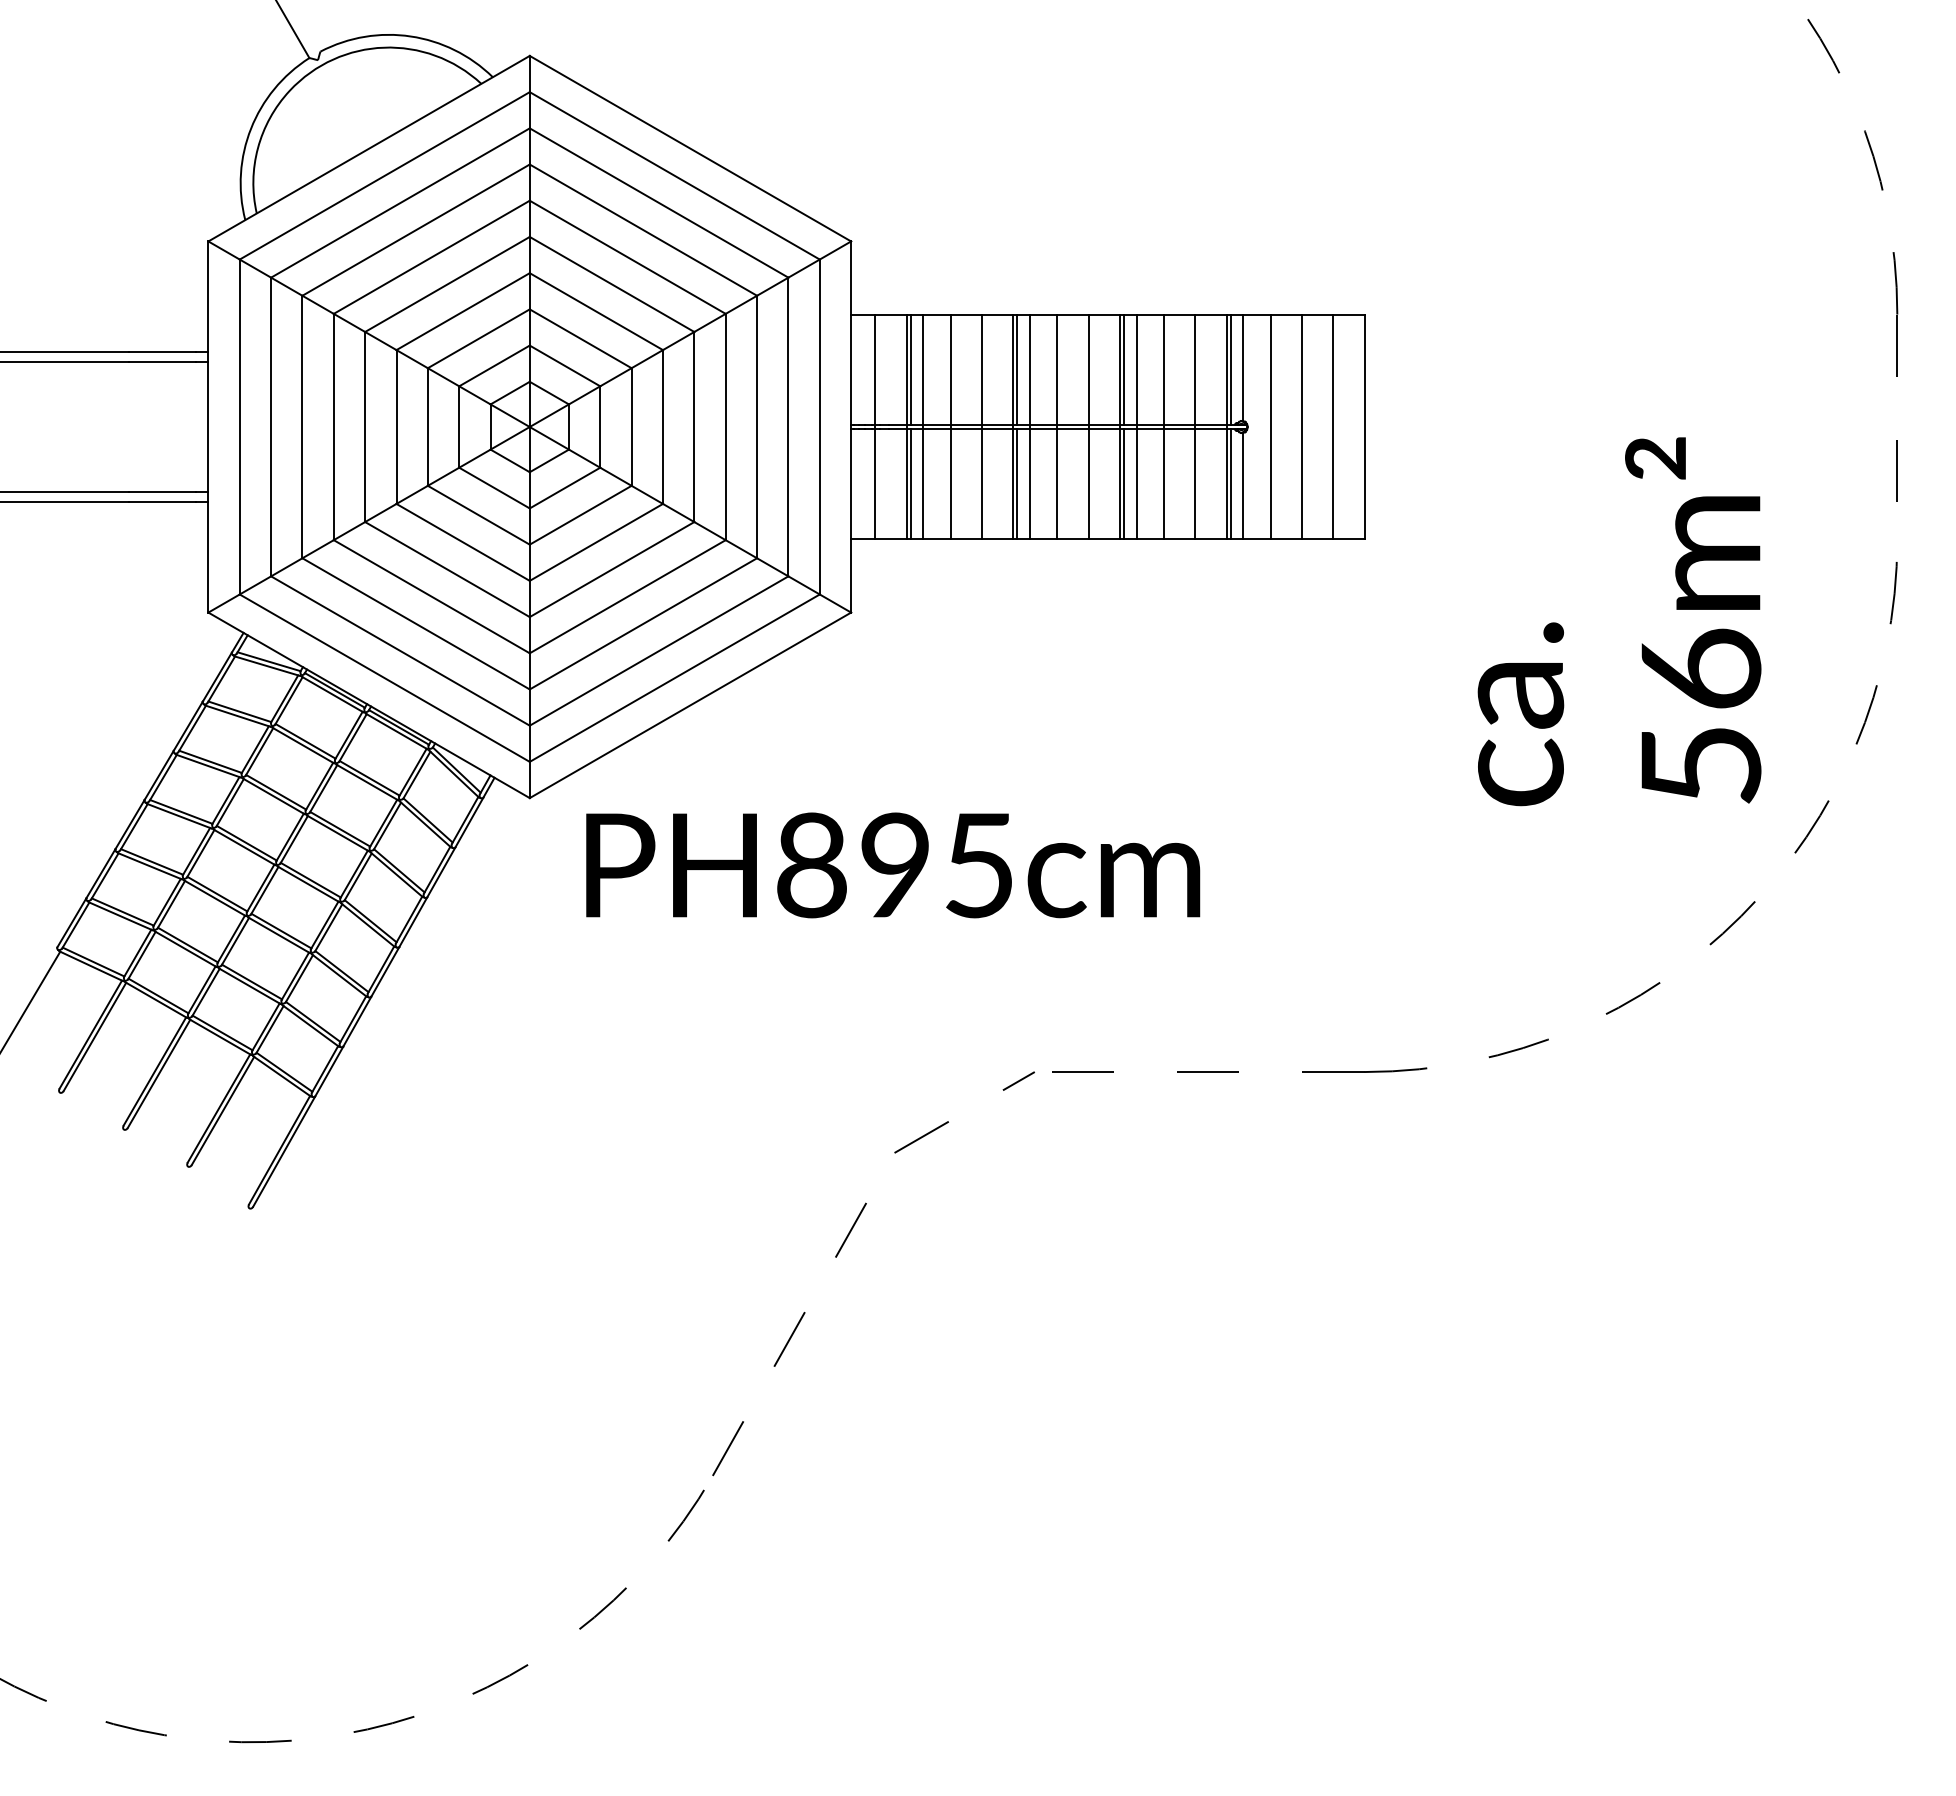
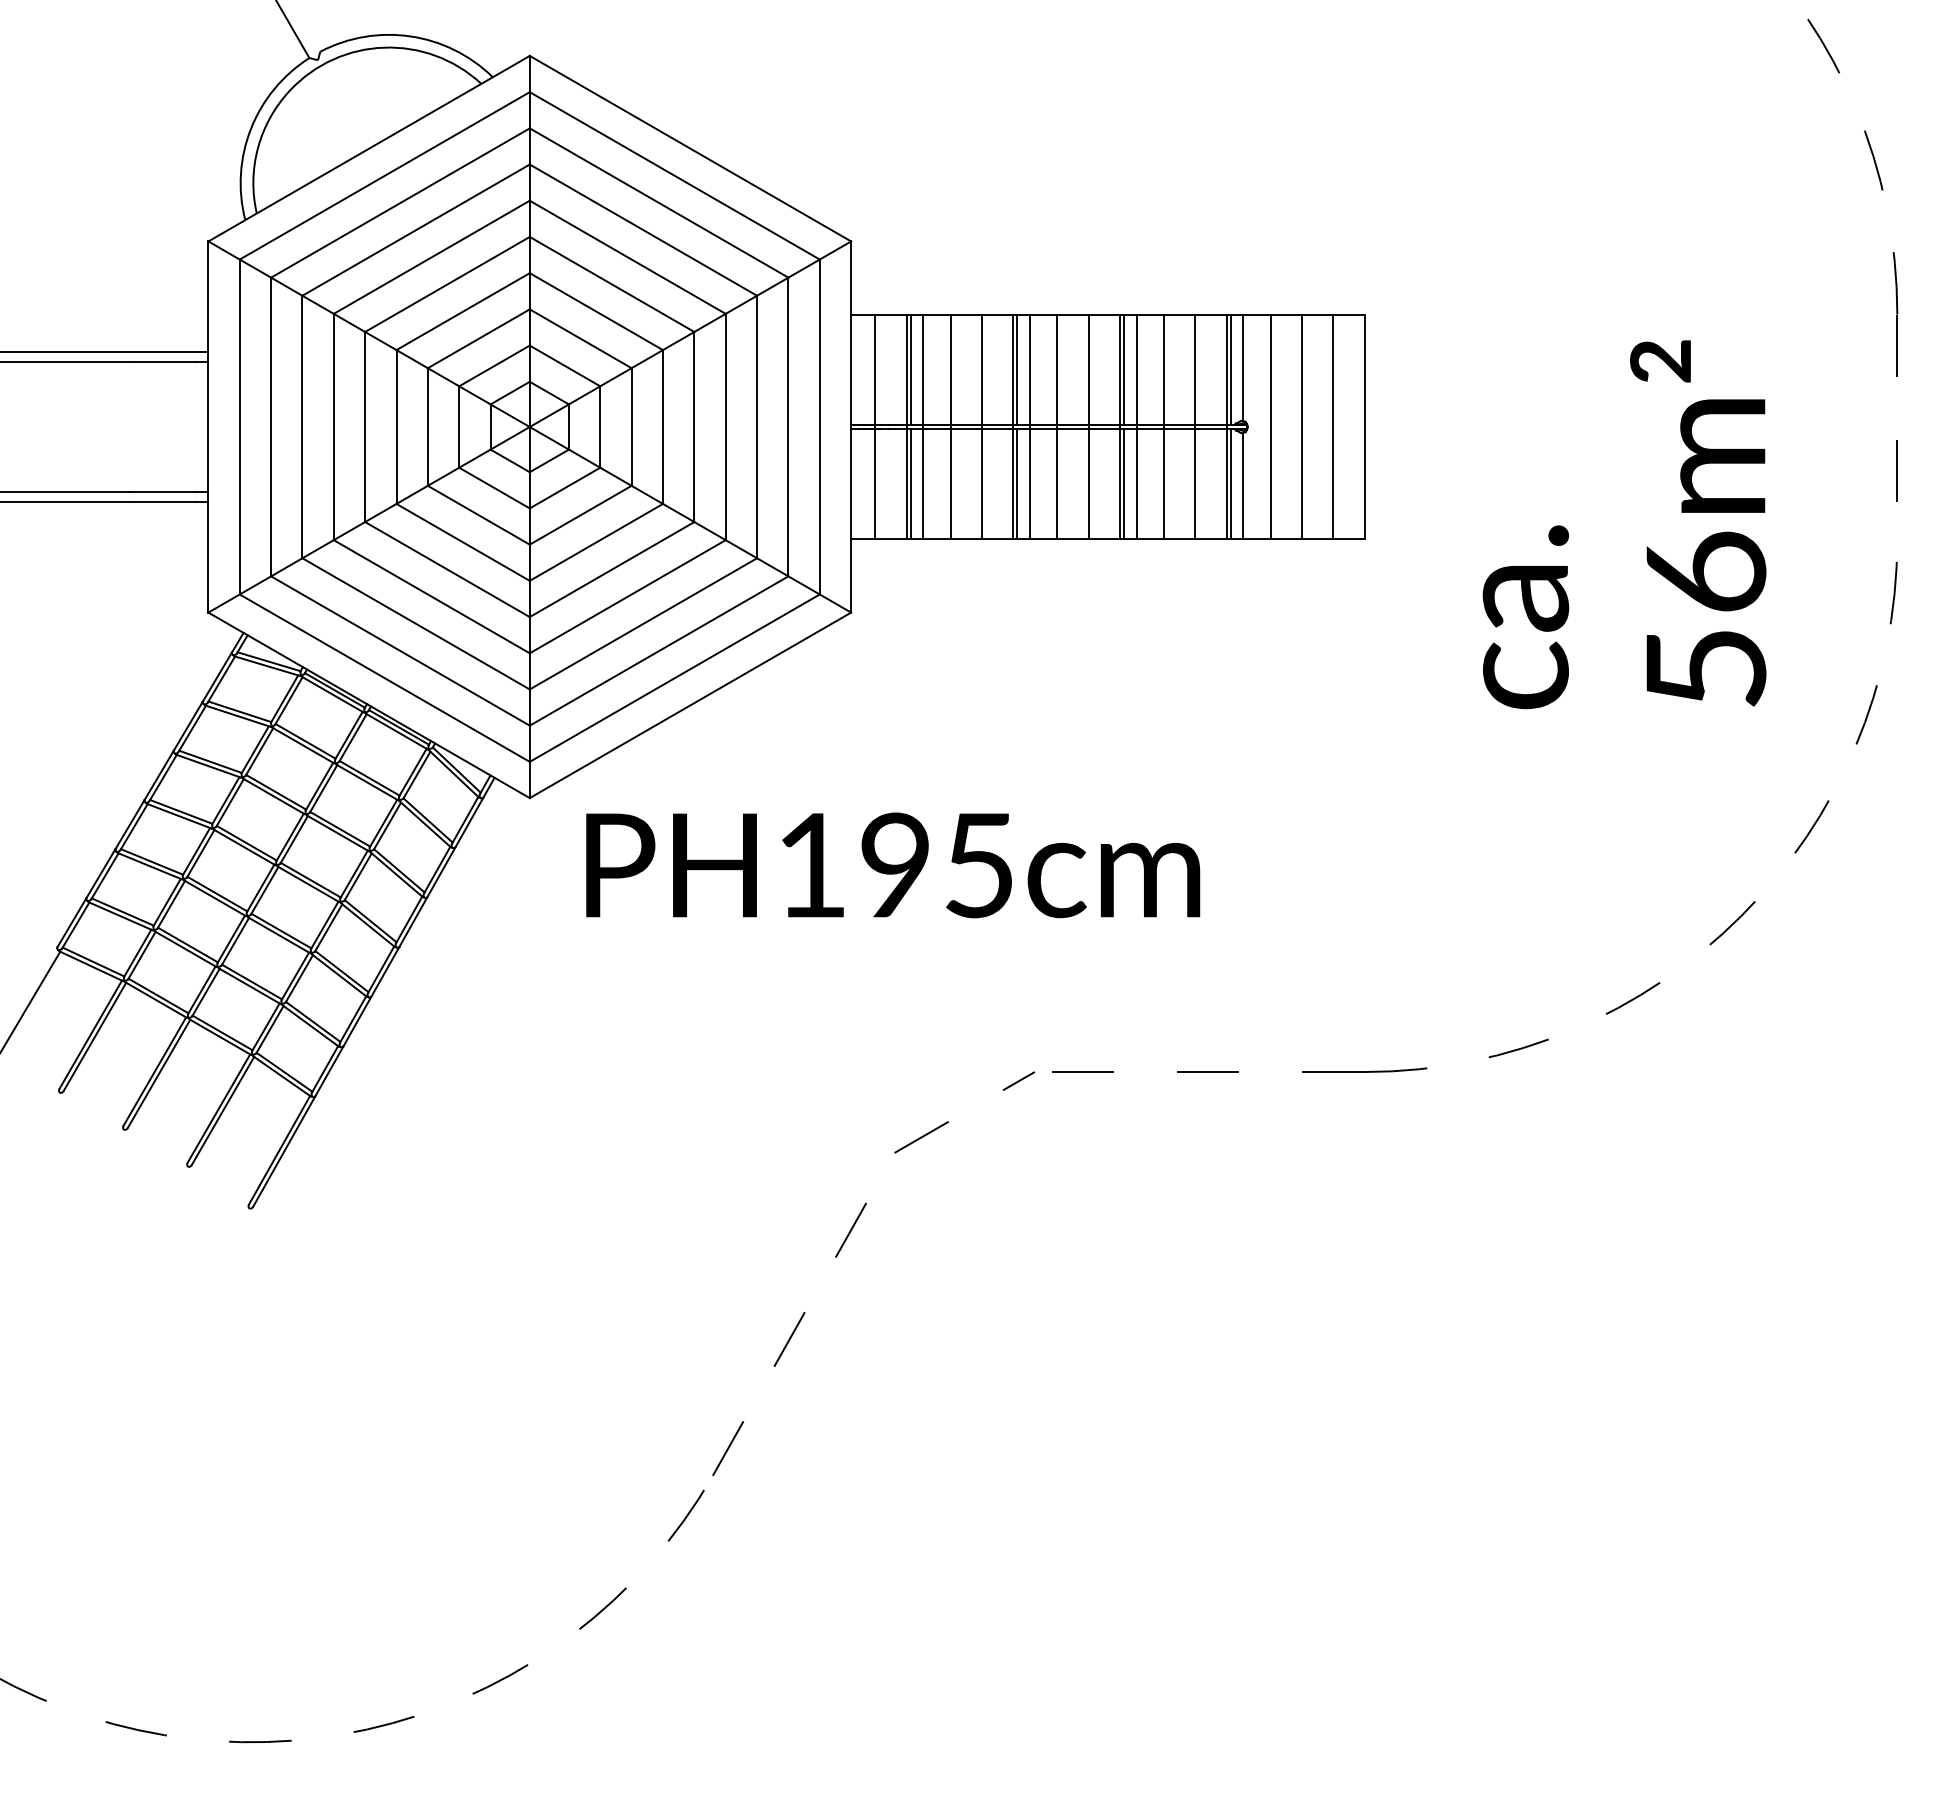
text at (1619, 621) position: (1619, 621) -> (1624, 524)
text at (811, 865): PH895cm -> PH195cm
